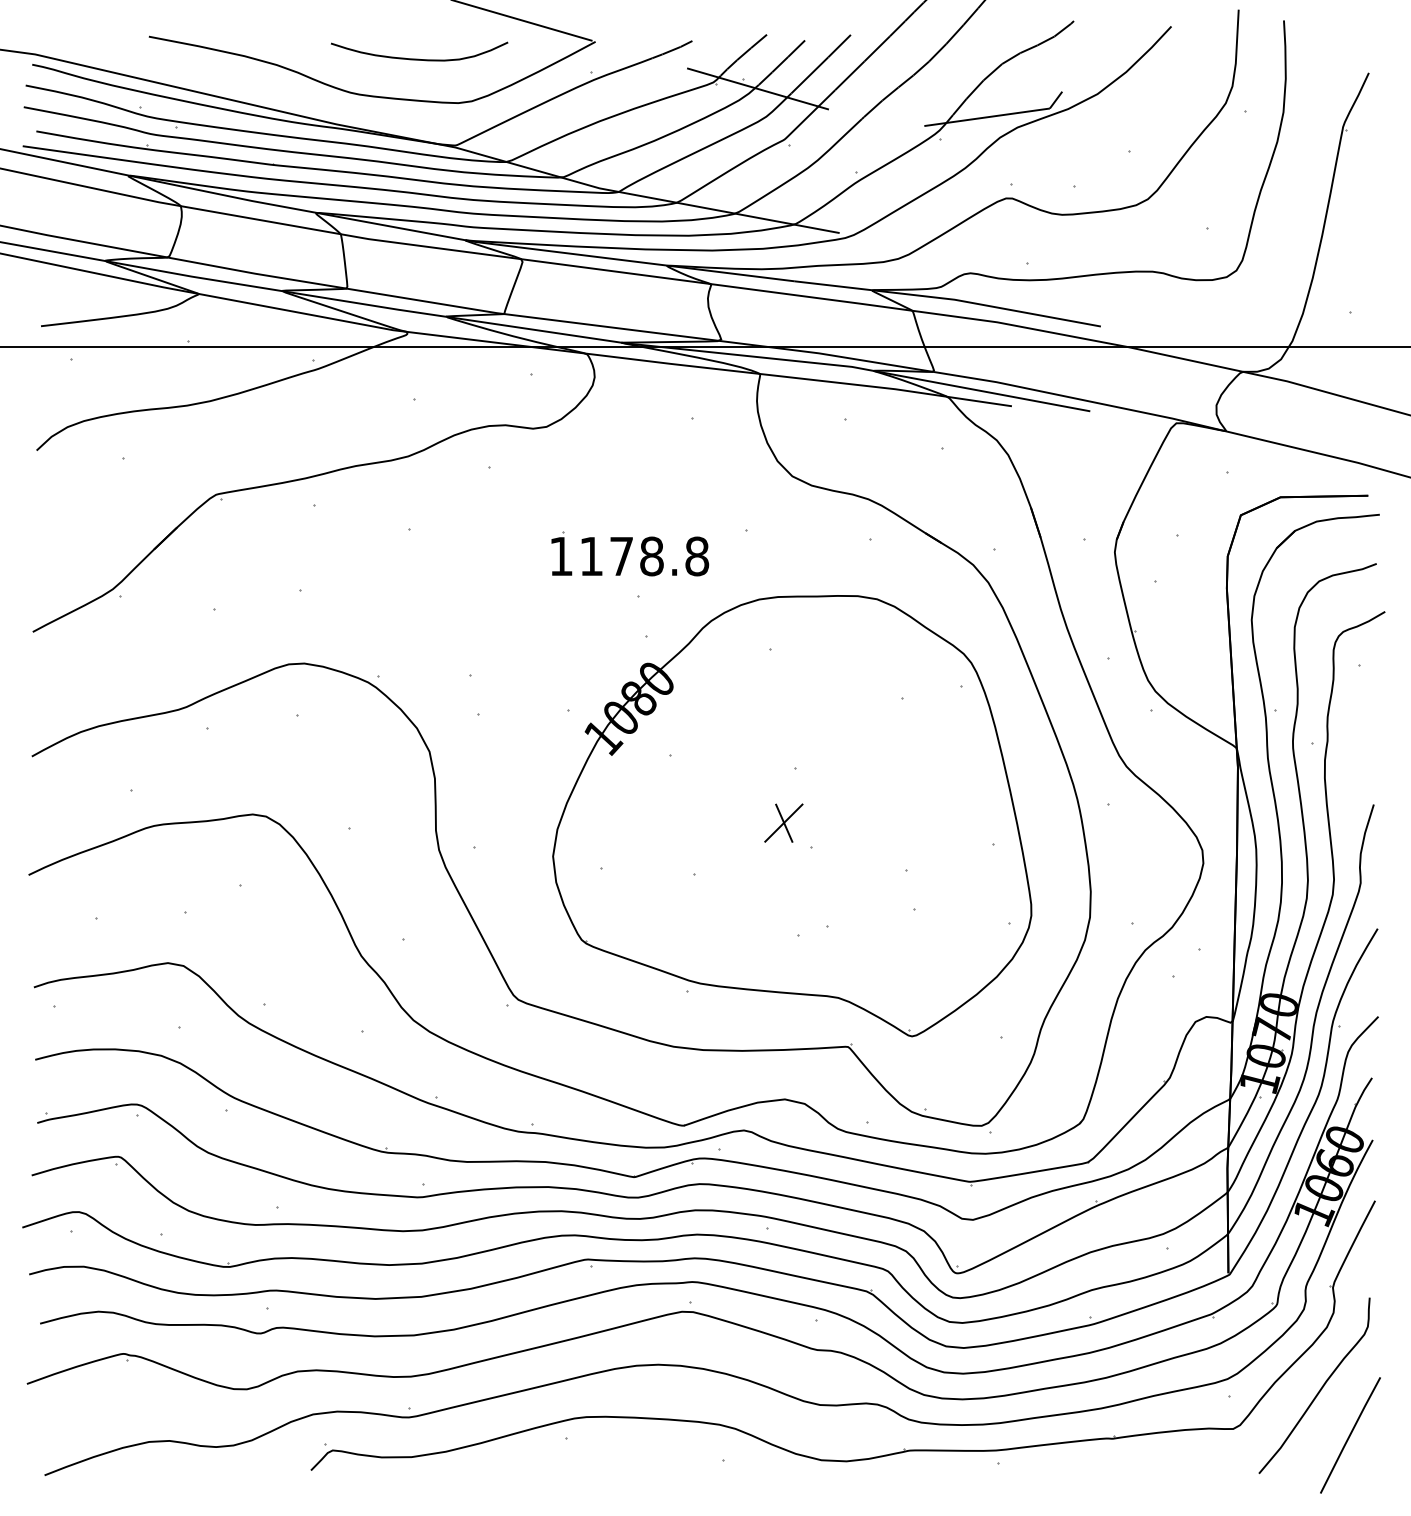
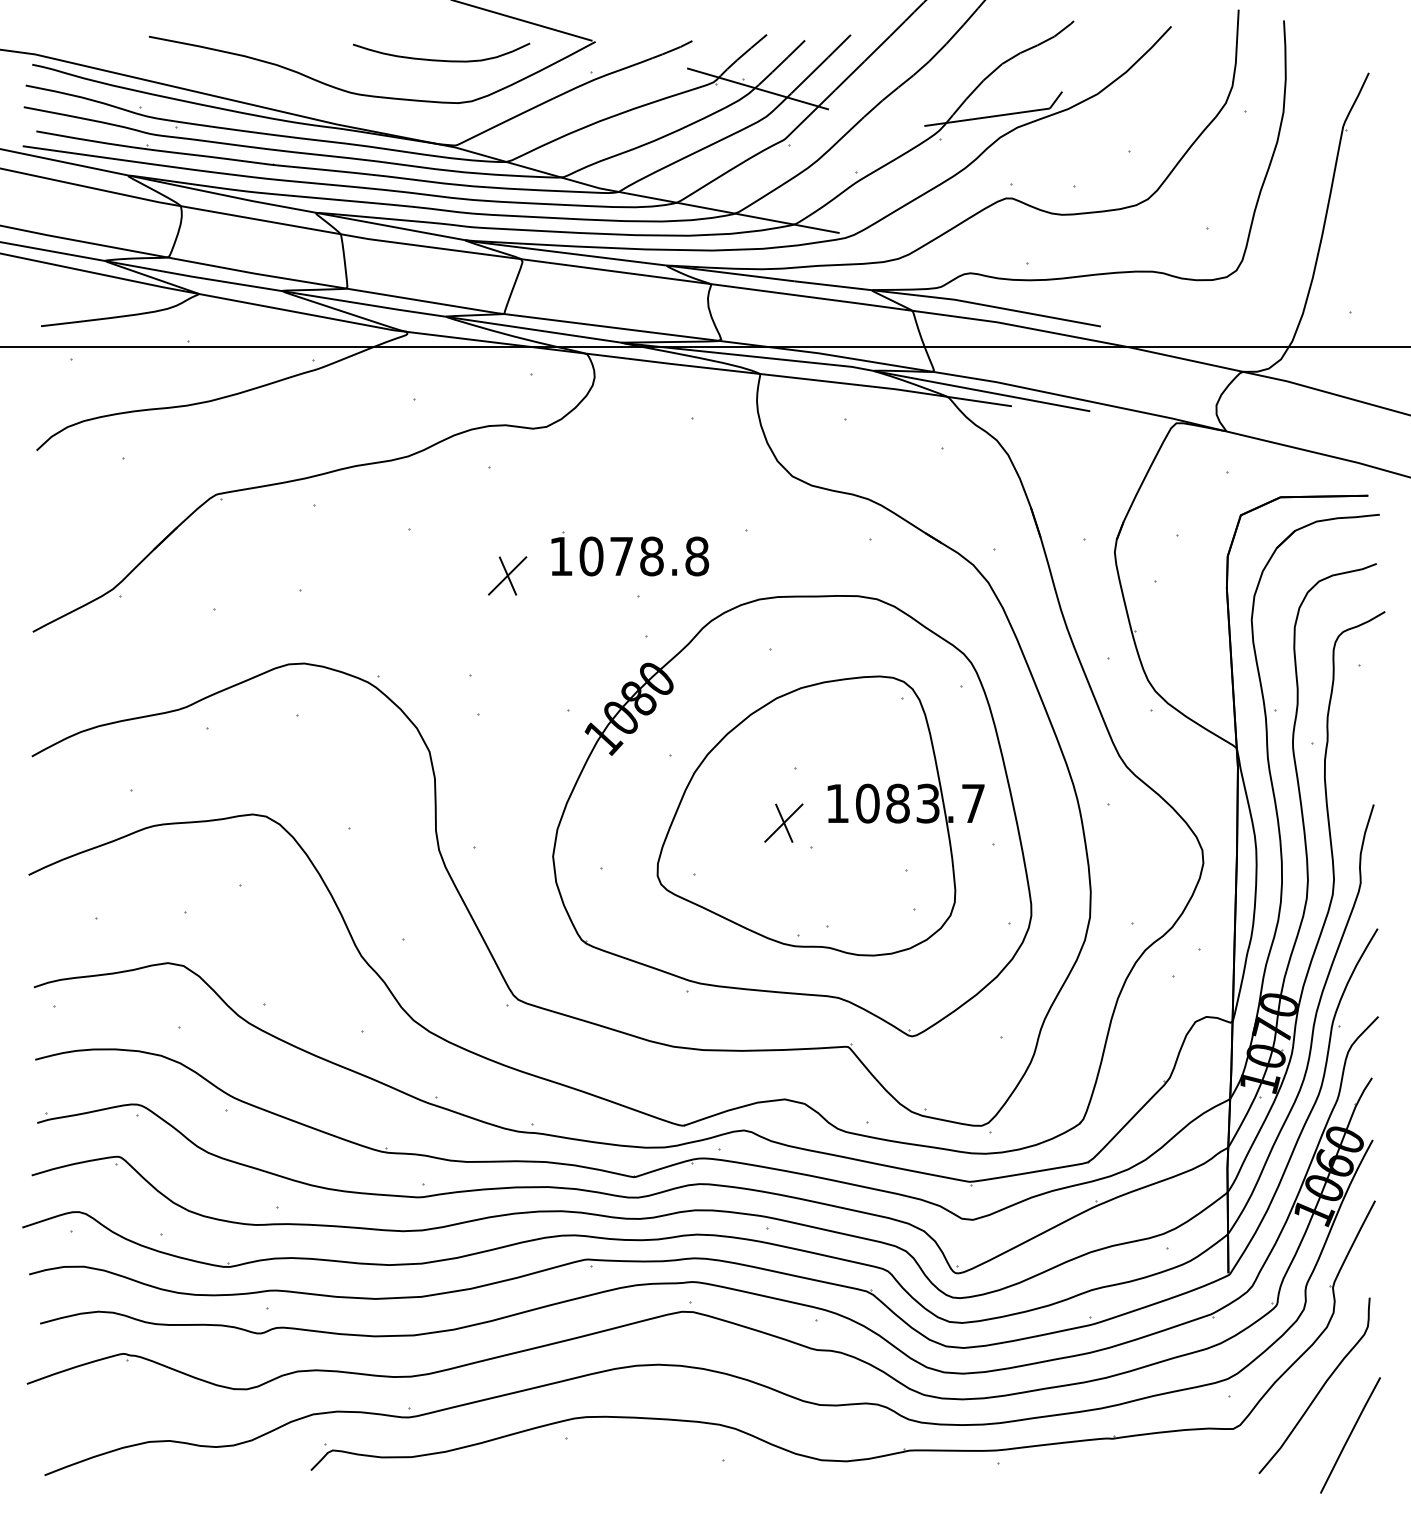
curve at (419, 58) position: (419, 58) -> (441, 59)
text at (591, 556): 1178.8 -> 1078.8
part at (507, 575): none -> present
part at (820, 815): none -> present
